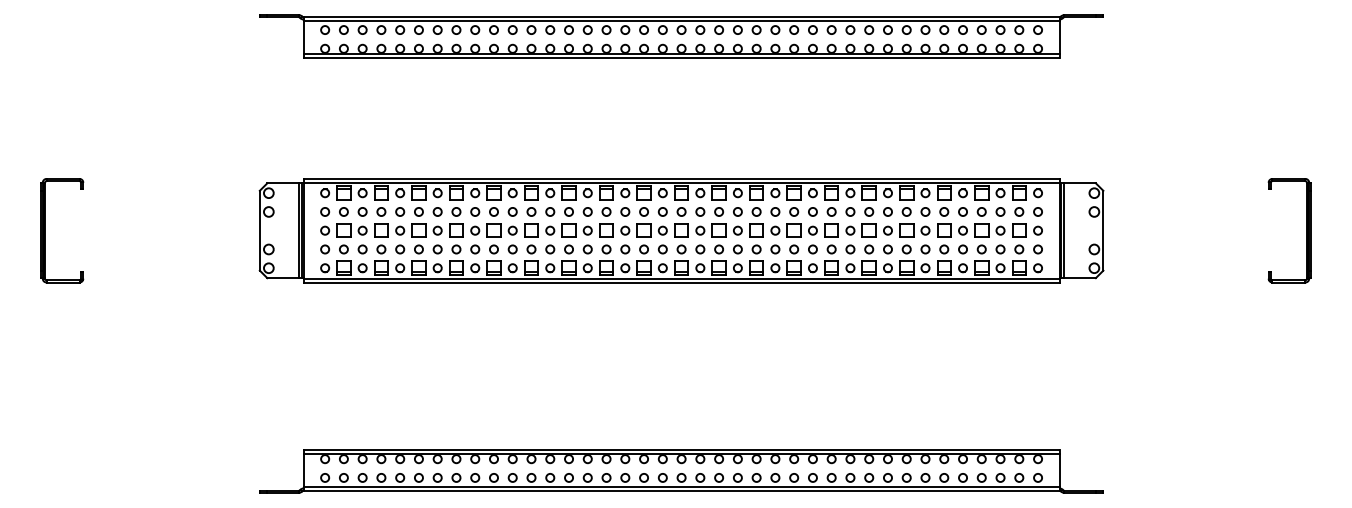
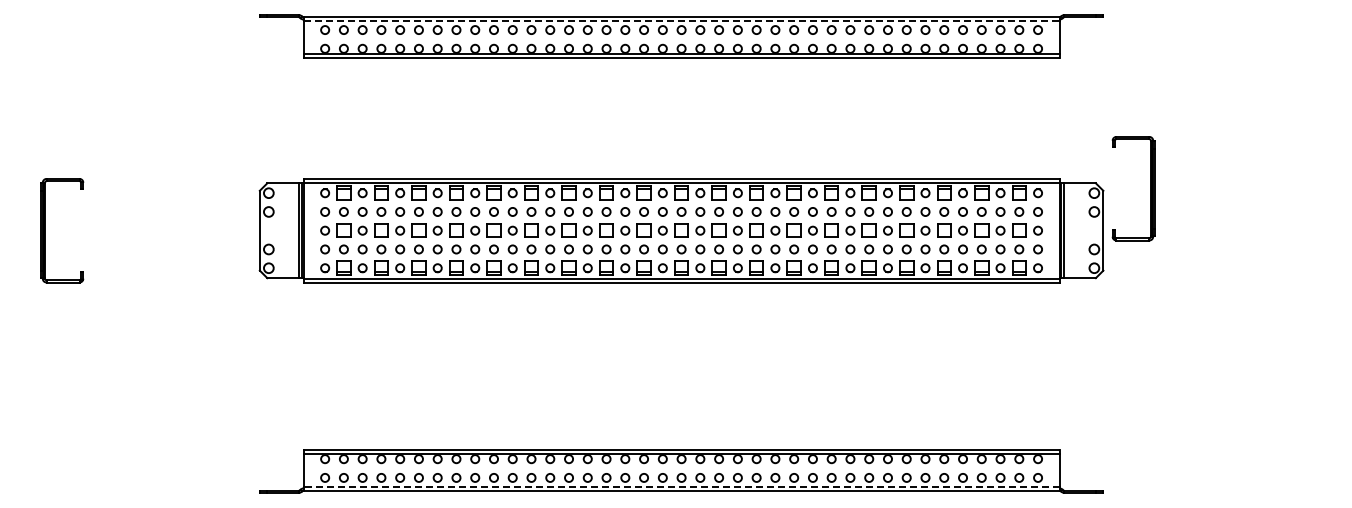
line at (681, 21): solid -> dashed
part at (1306, 230) position: (1306, 230) -> (1150, 188)
line at (681, 486): solid -> dashed
